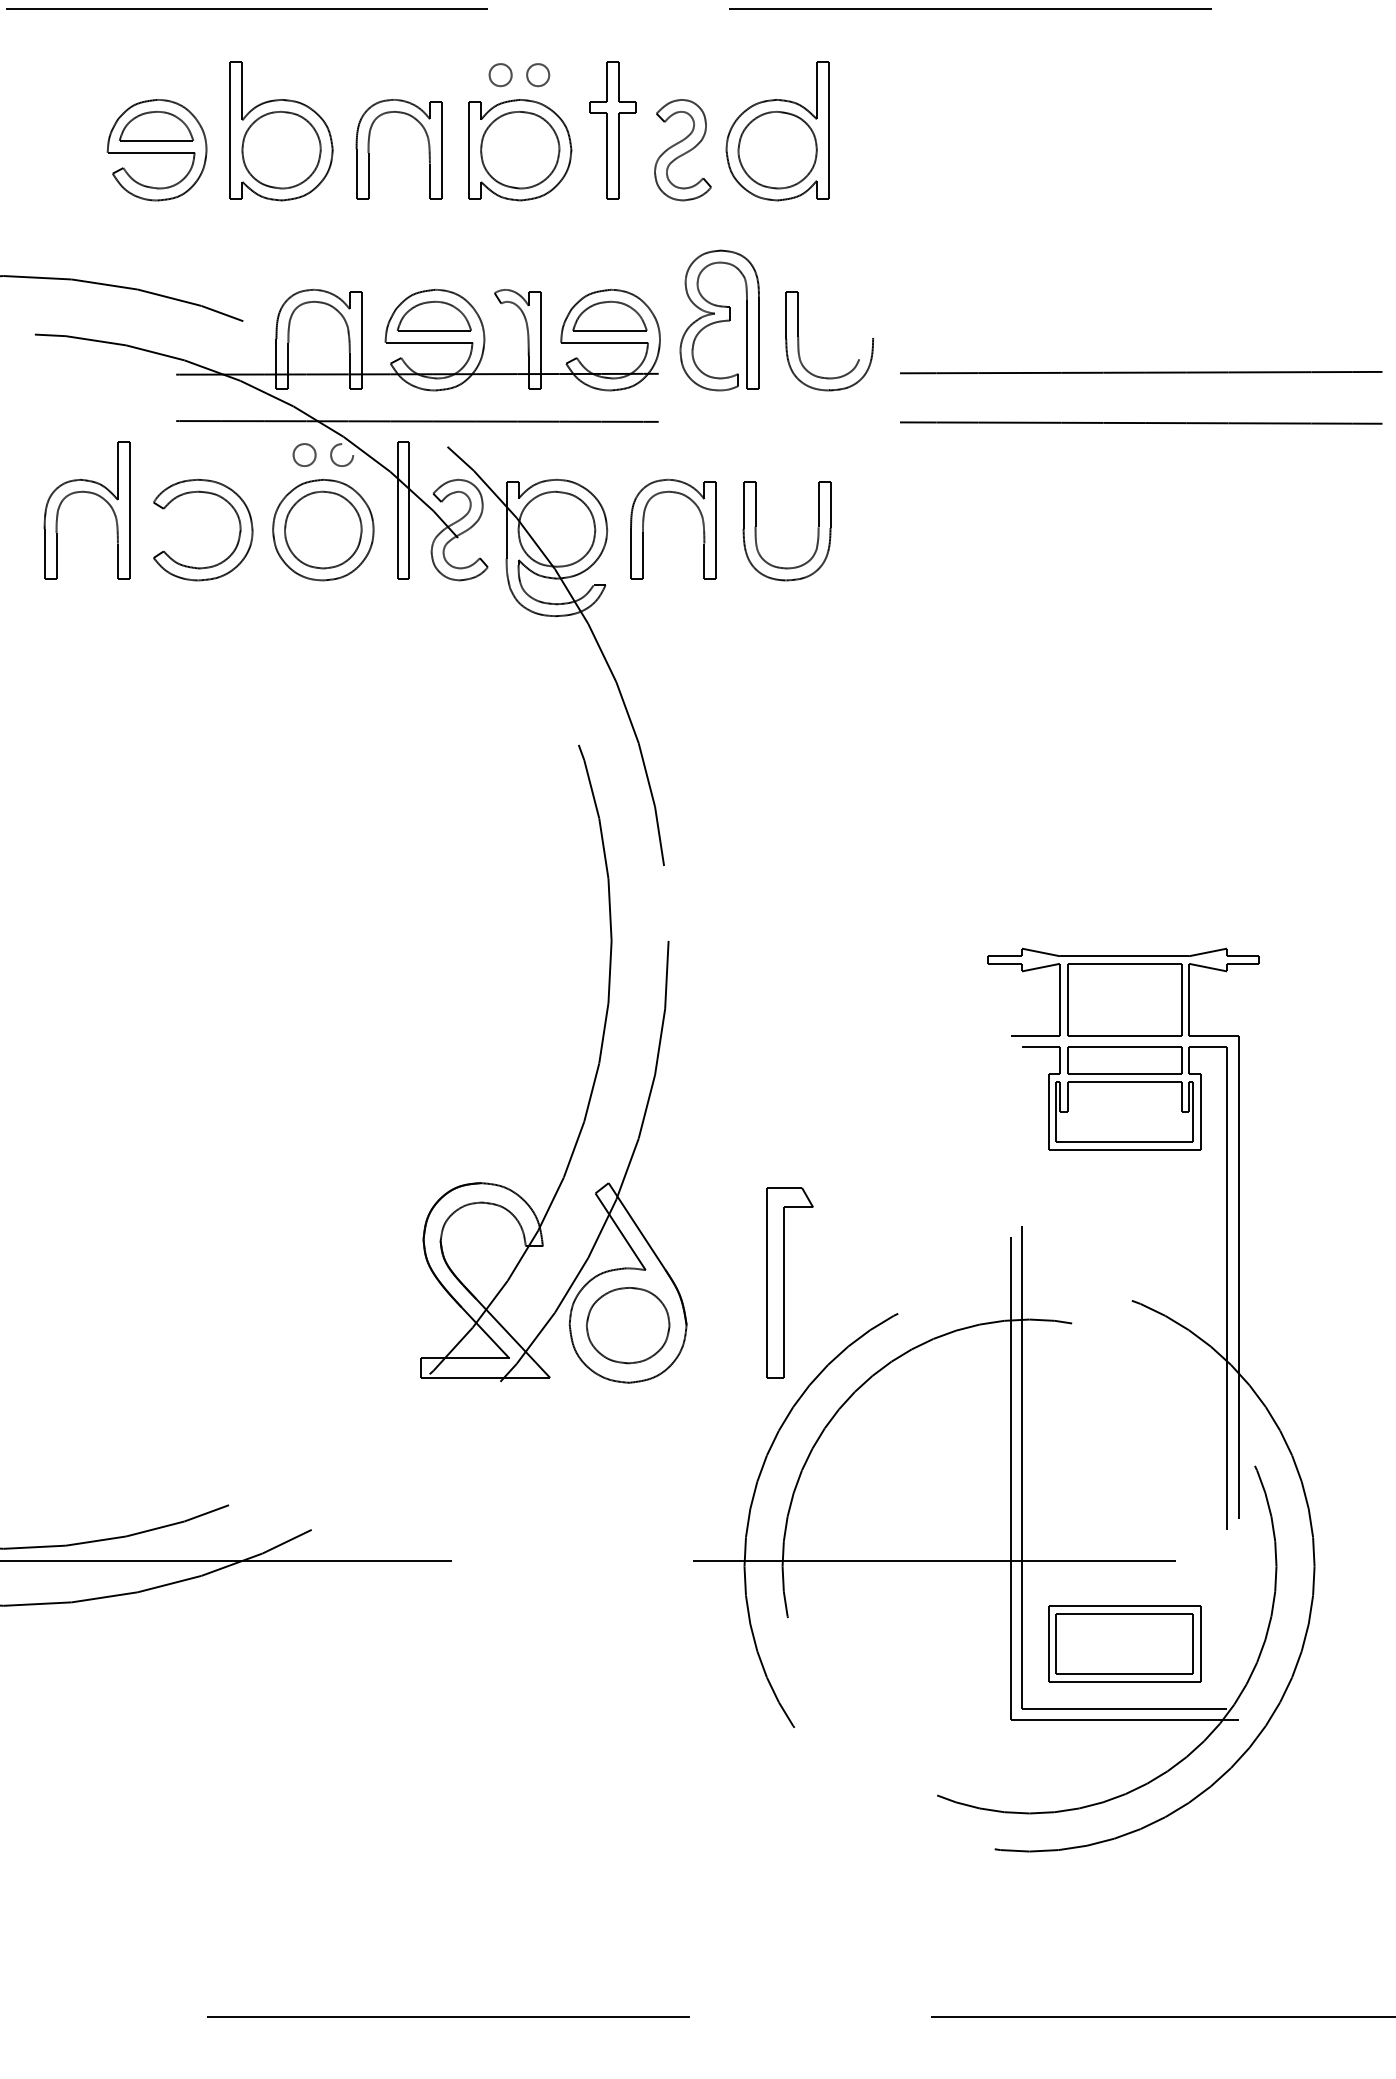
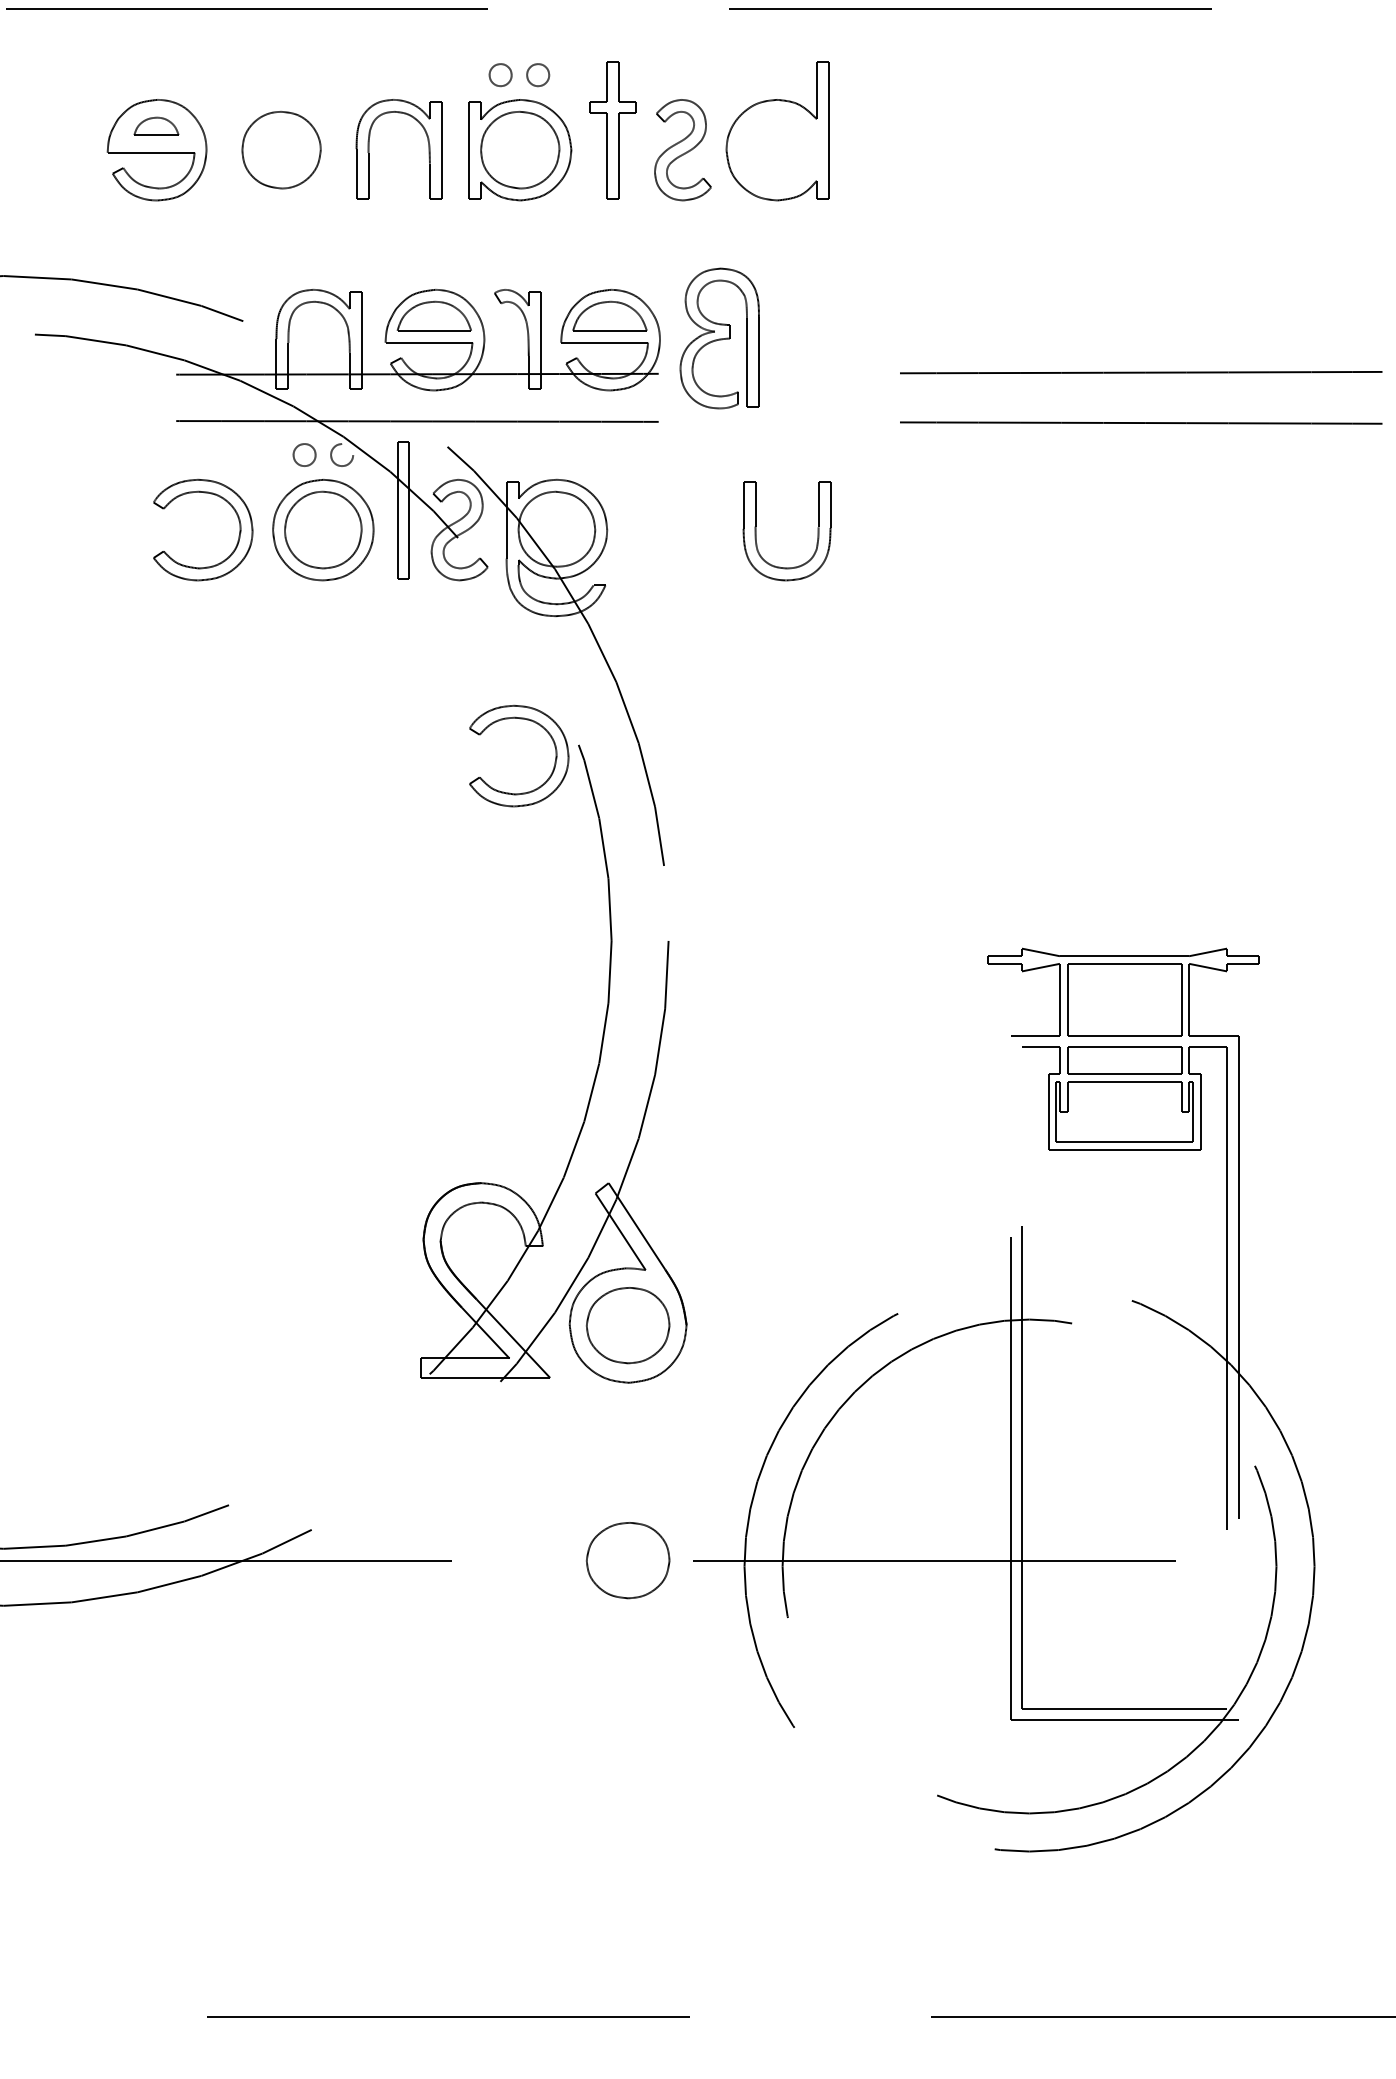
part at (156, 126) size: 75x31 px -> 47x20 px
part at (281, 131): present -> none
part at (777, 150): present -> none
part at (719, 320) position: (719, 320) -> (719, 338)
part at (799, 341): present -> none
part at (87, 493): present -> none
part at (702, 525): present -> none
part at (542, 728): none -> present
part at (789, 1282): present -> none
part at (627, 1560): none -> present
part at (1124, 1643): present -> none
